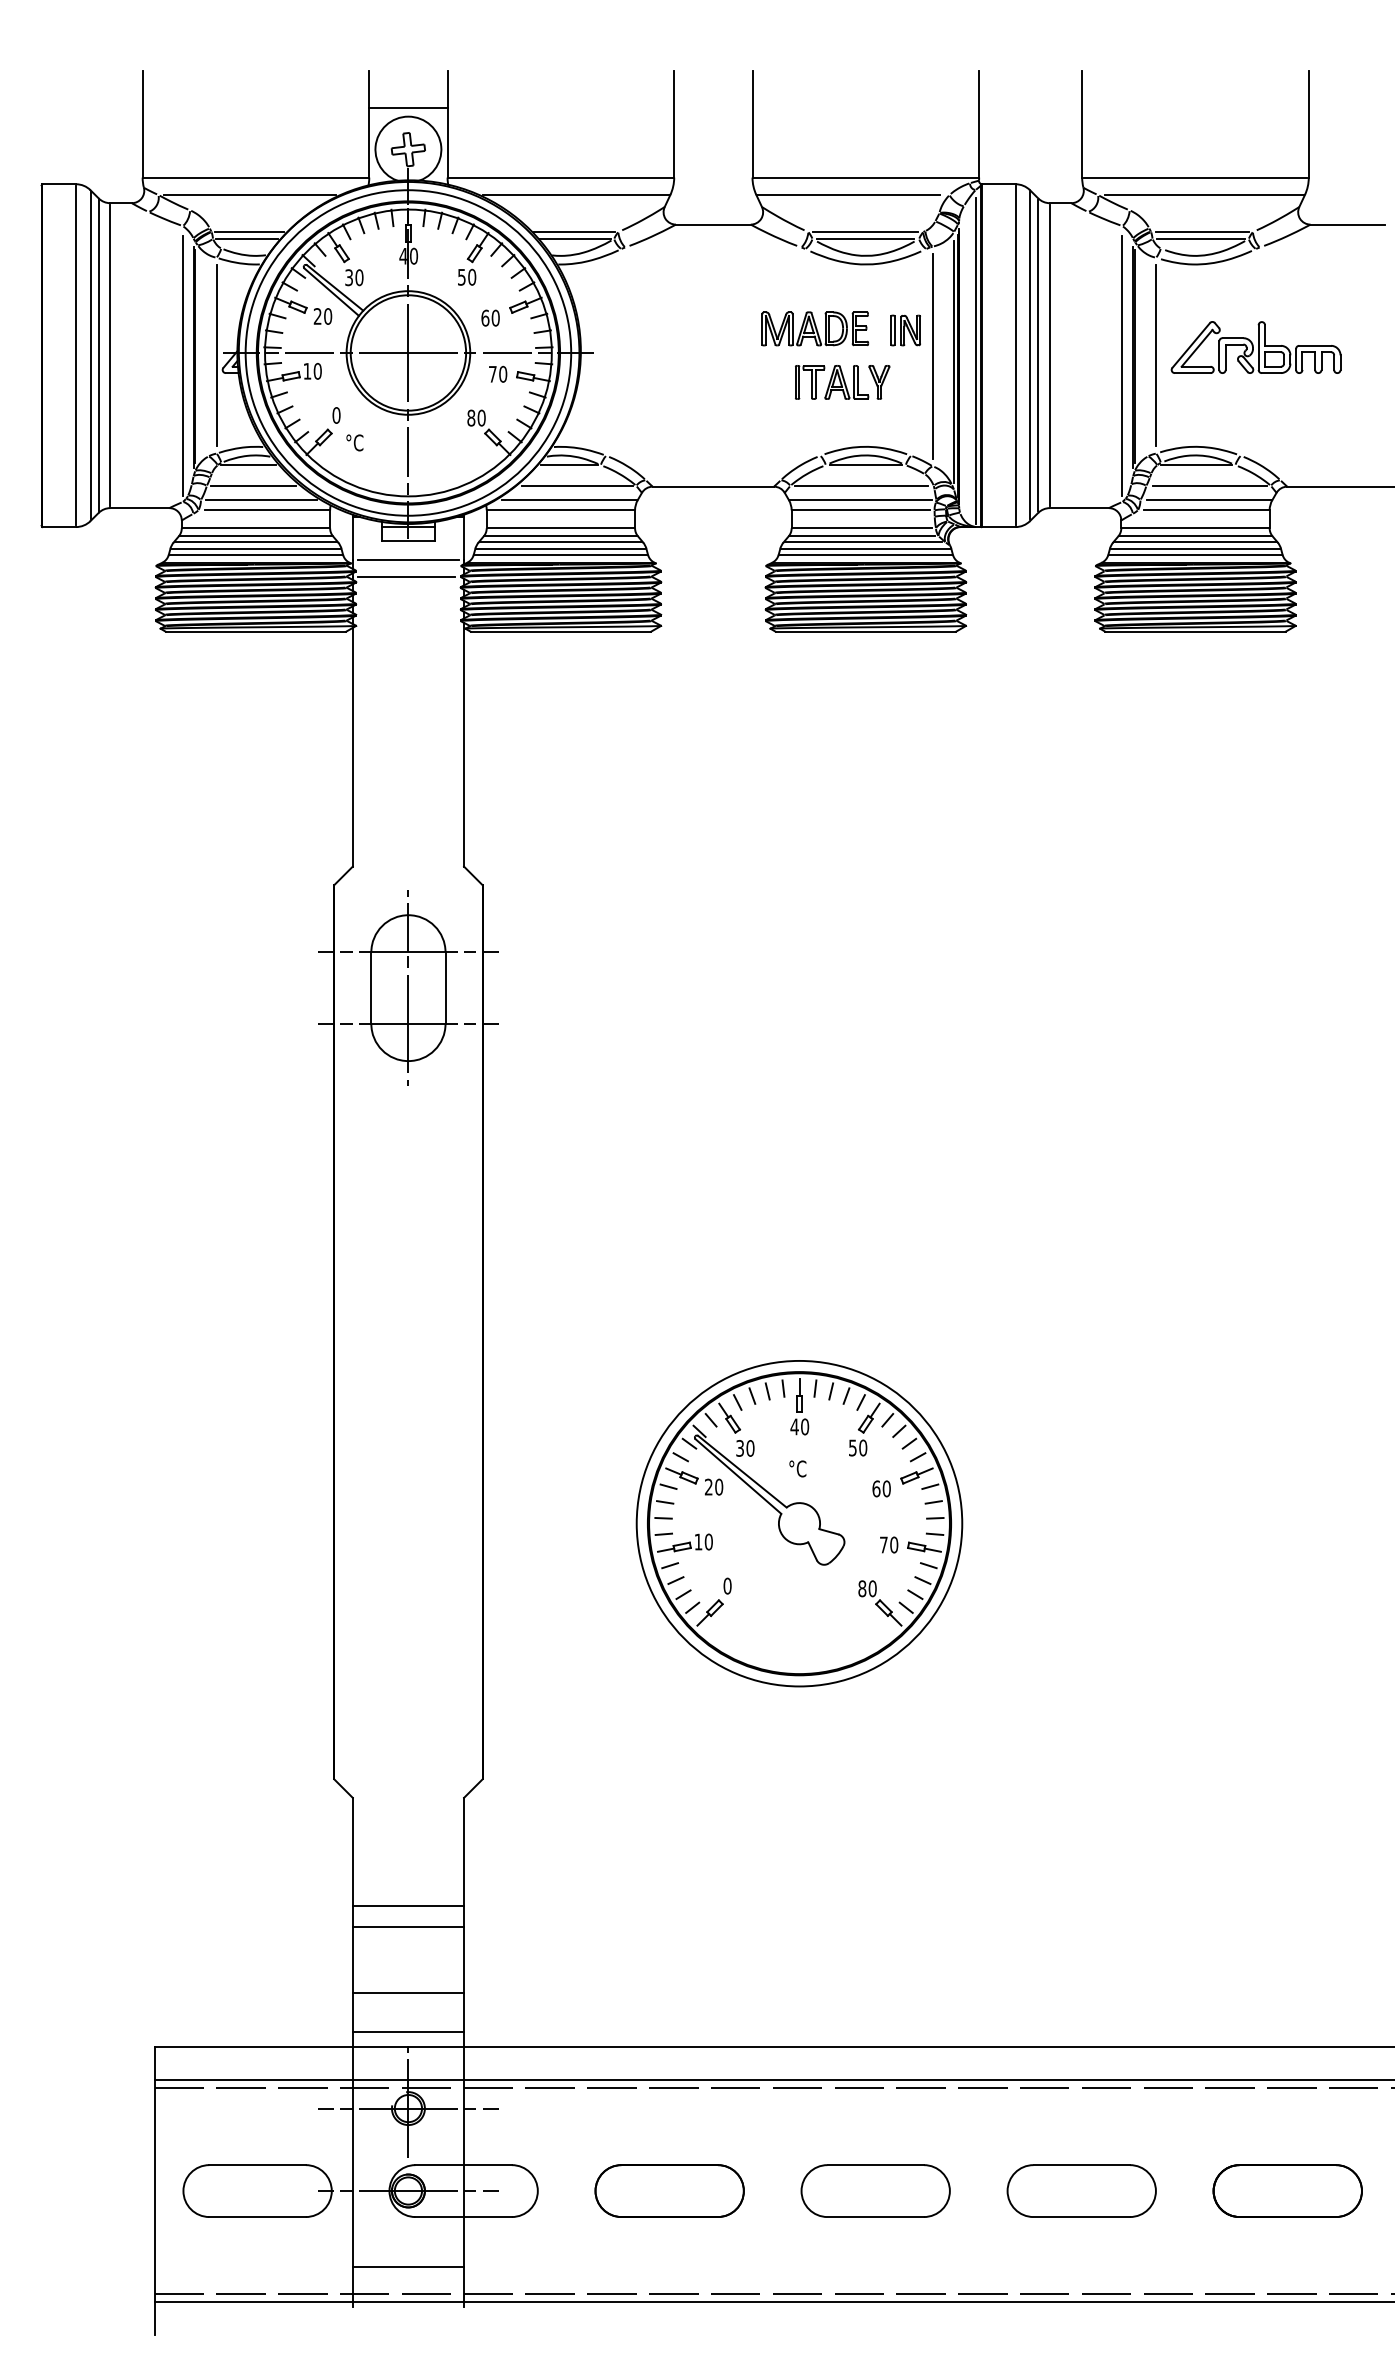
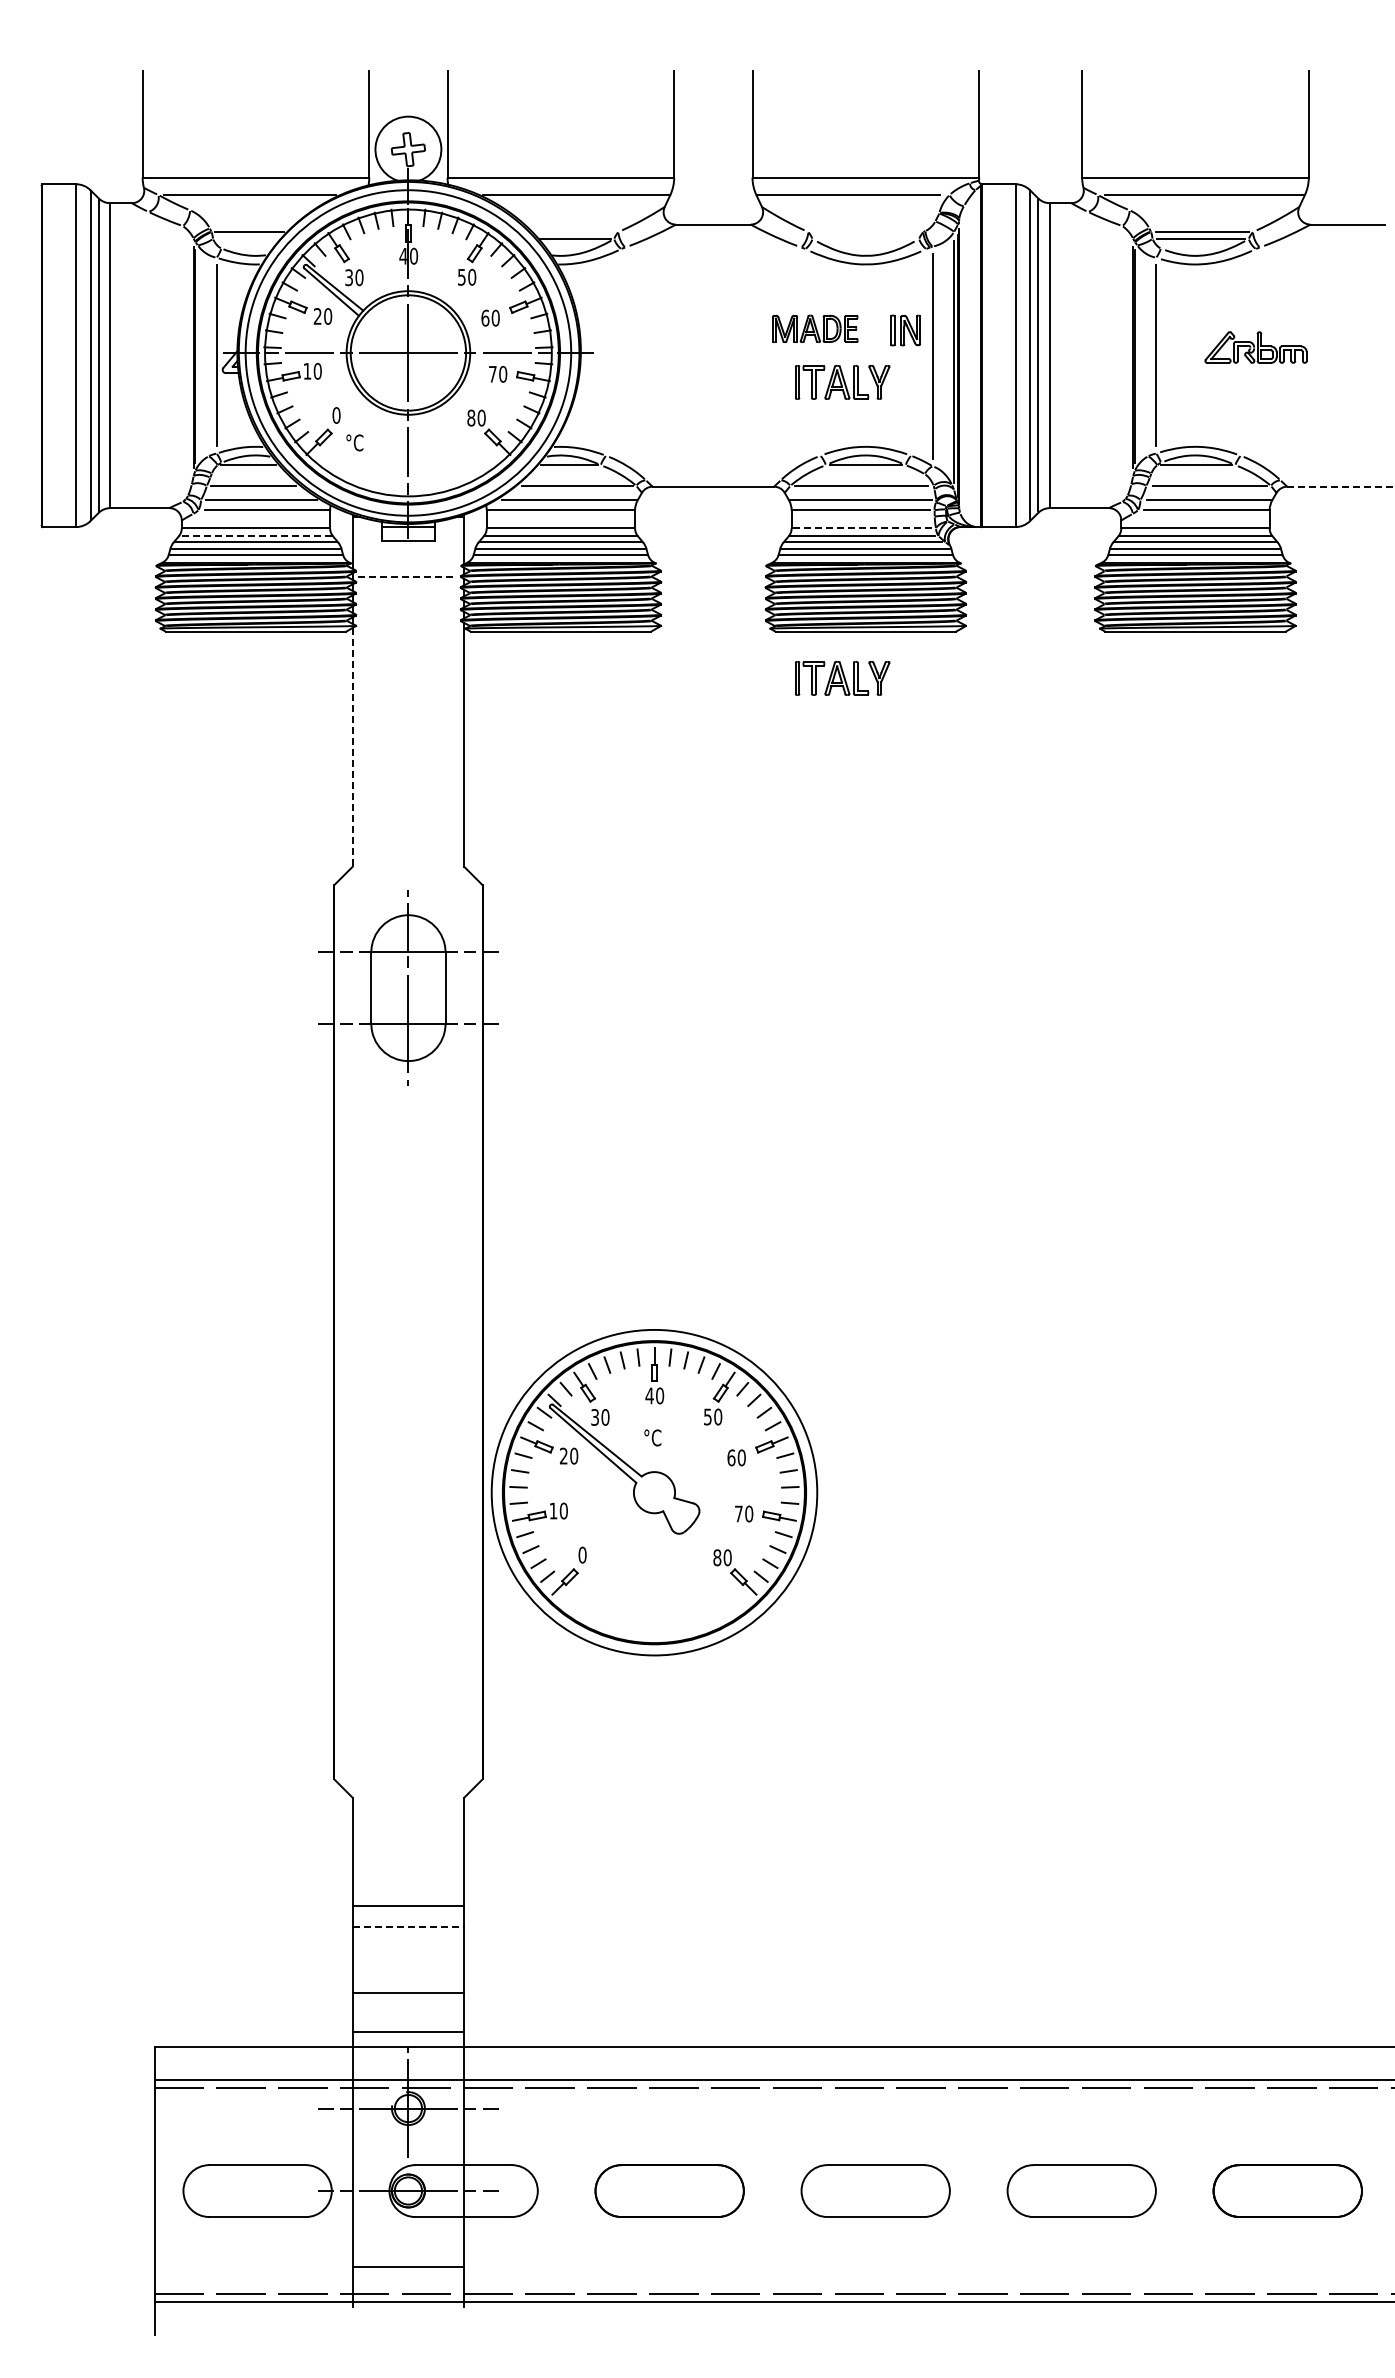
line at (408, 108): present -> none
line at (573, 232): present -> none
line at (865, 232): present -> none
line at (246, 238): present -> none
line at (865, 238): present -> none
part at (815, 328) size: 109x36 px -> 87x29 px
part at (1255, 347) size: 172x53 px -> 104x33 px
line at (975, 360): present -> none
line at (182, 366): present -> none
line at (1122, 366): present -> none
line at (1340, 486): solid -> dashed
line at (862, 528): solid -> dashed
line at (255, 536): solid -> dashed
line at (408, 559): present -> none
line at (406, 577): solid -> dashed
part at (842, 678): none -> present
line at (352, 747): solid -> dashed
part at (799, 1523) position: (799, 1523) -> (654, 1492)
line at (408, 1927): solid -> dashed
